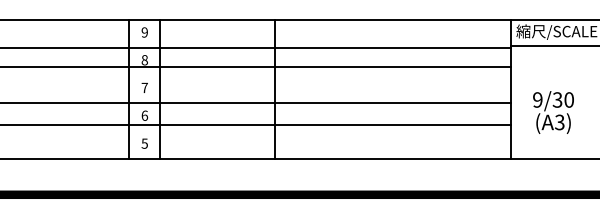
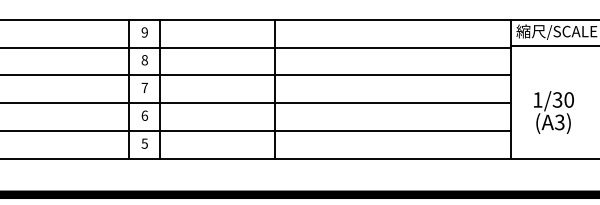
line at (256, 67) position: (256, 67) -> (256, 75)
text at (537, 99): 9/30 -> 1/30
line at (256, 125) position: (256, 125) -> (256, 131)
